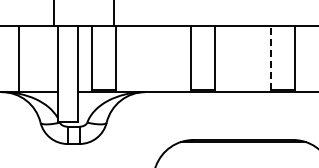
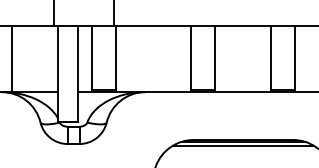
line at (271, 58): dashed -> solid
line at (18, 59) position: (18, 59) -> (11, 59)
line at (243, 145): none -> present
